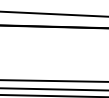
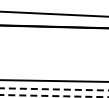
line at (54, 89): solid -> dashed
line at (54, 96): solid -> dashed
